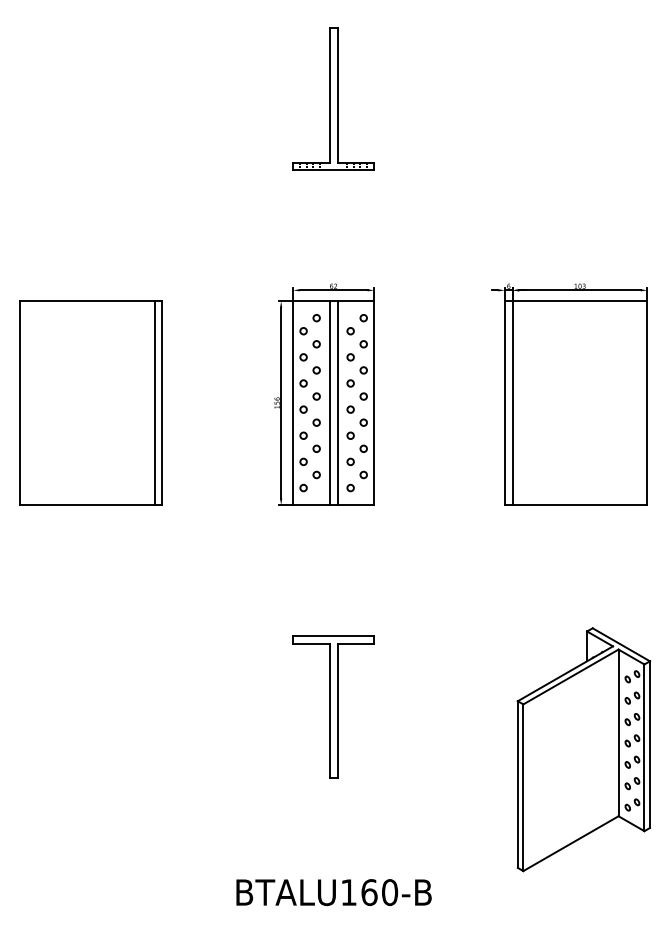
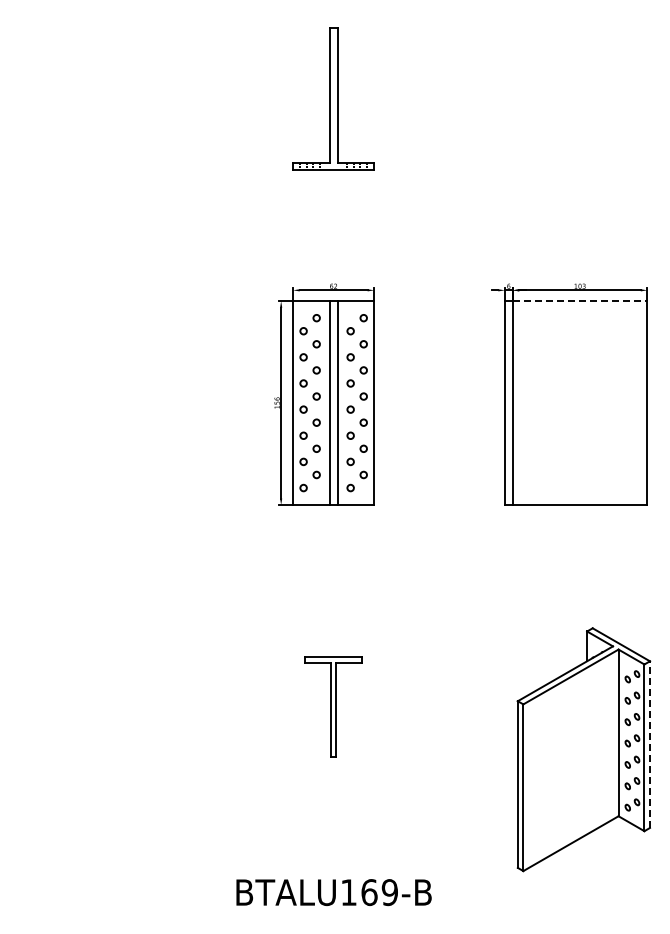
line at (580, 301): solid -> dashed
part at (90, 402): present -> none
part at (333, 706) size: 83x144 px -> 59x102 px
line at (649, 744): solid -> dashed
text at (389, 892): BTALU160-B -> BTALU169-B
